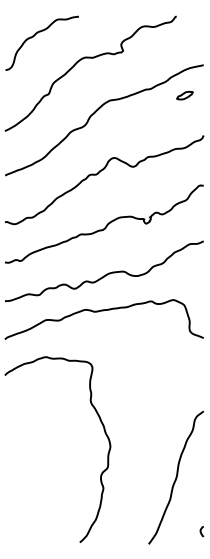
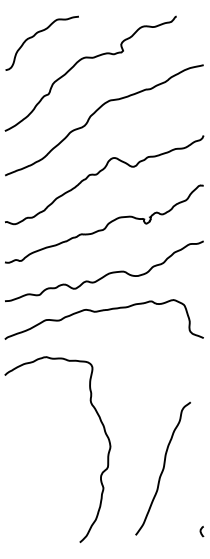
part at (184, 95): present -> none
curve at (175, 477) position: (175, 477) -> (162, 468)
